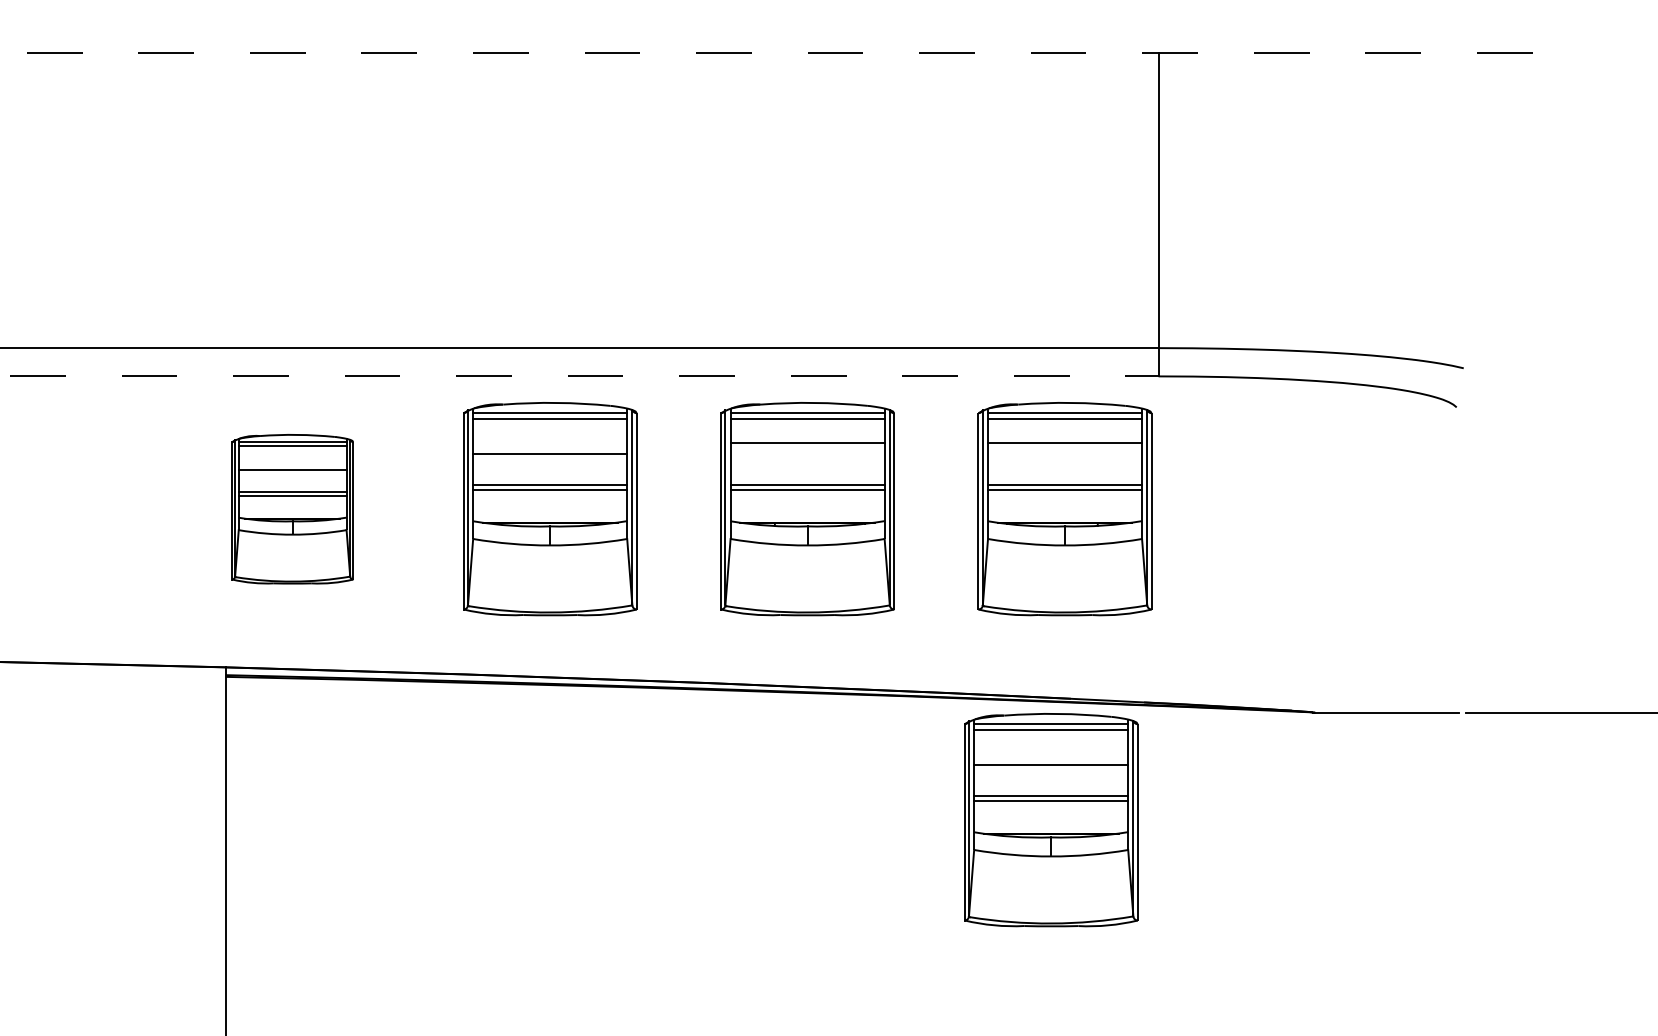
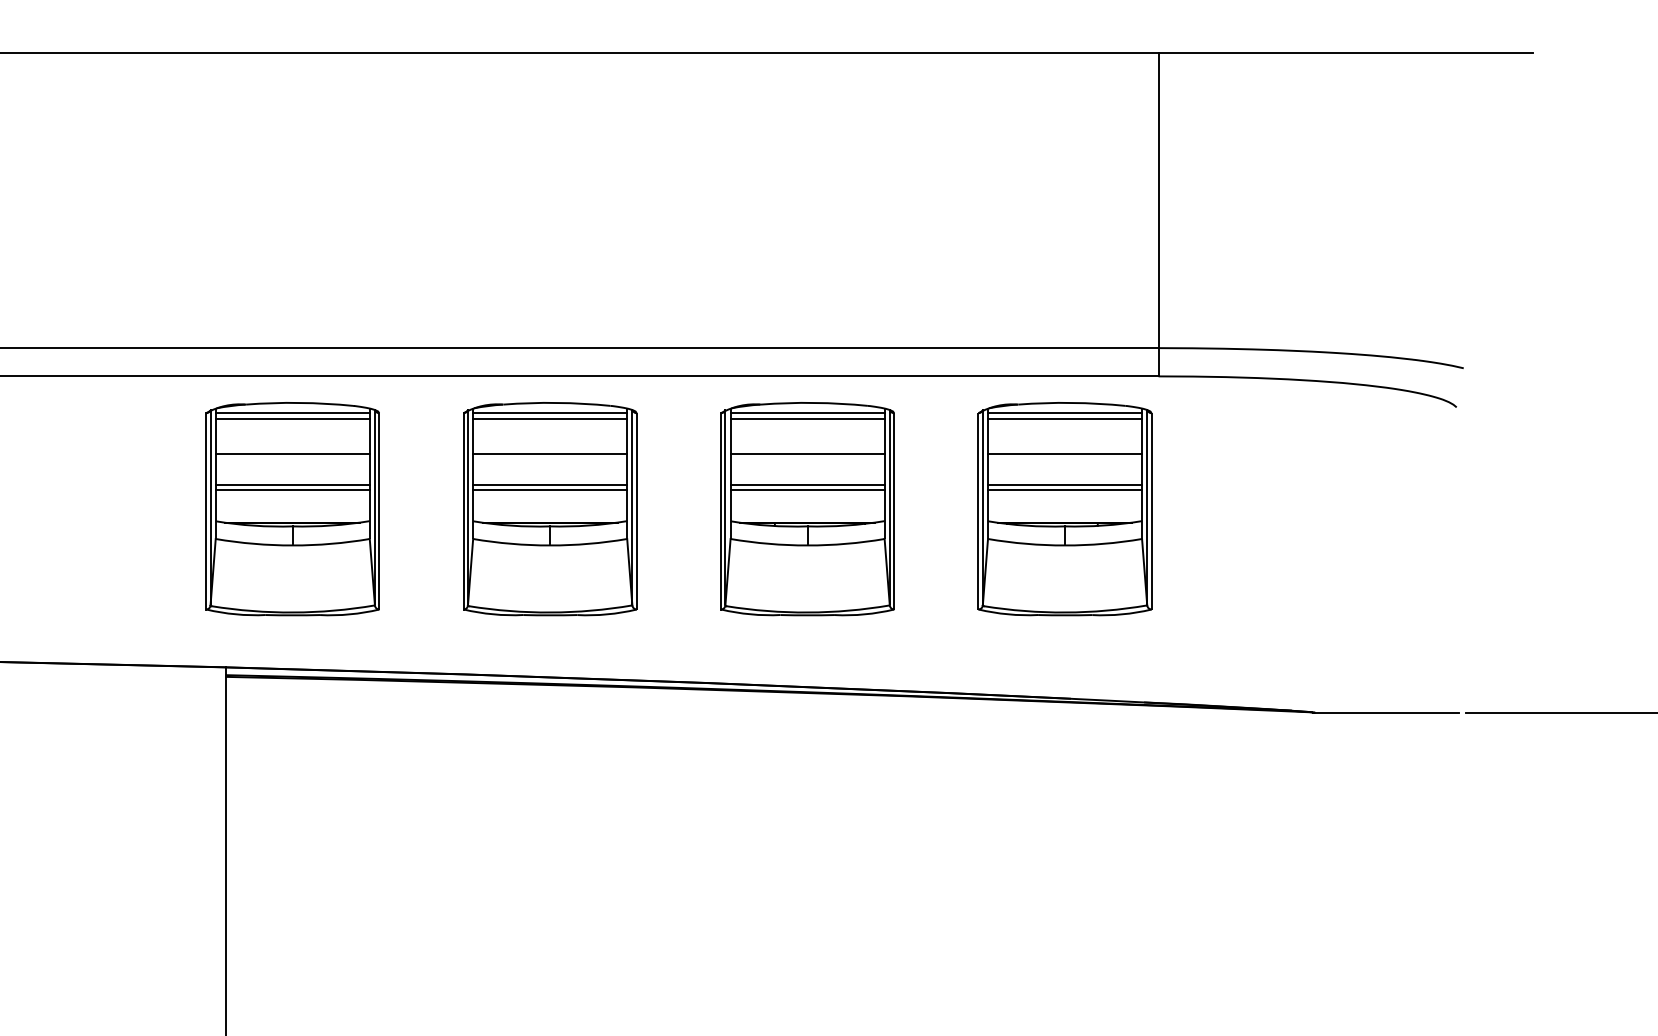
line at (766, 52): dashed -> solid
line at (579, 376): dashed -> solid
line at (807, 442) position: (807, 442) -> (807, 453)
line at (1065, 442) position: (1065, 442) -> (1065, 453)
part at (292, 509) size: 123x151 px -> 175x215 px
part at (1051, 820): present -> none
